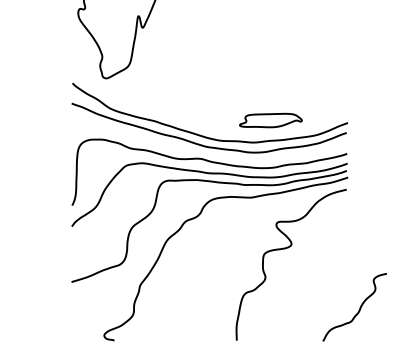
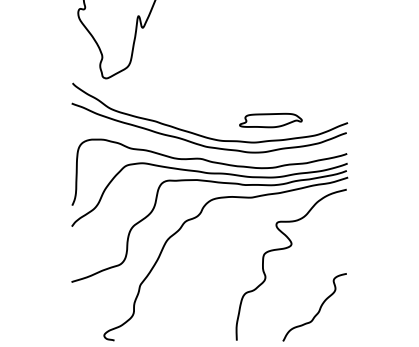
curve at (359, 307) position: (359, 307) -> (319, 307)
